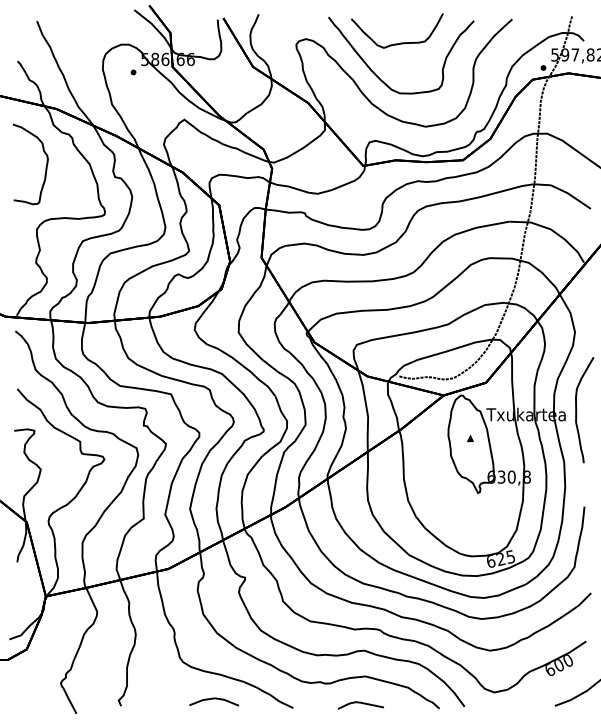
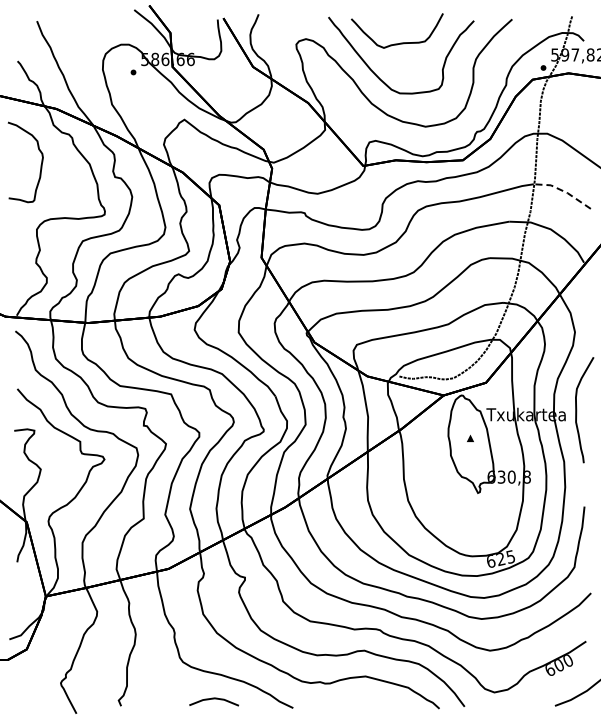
curve at (45, 166) position: (45, 166) -> (40, 164)
line at (564, 191): solid -> dashed
line at (360, 703): present -> none
